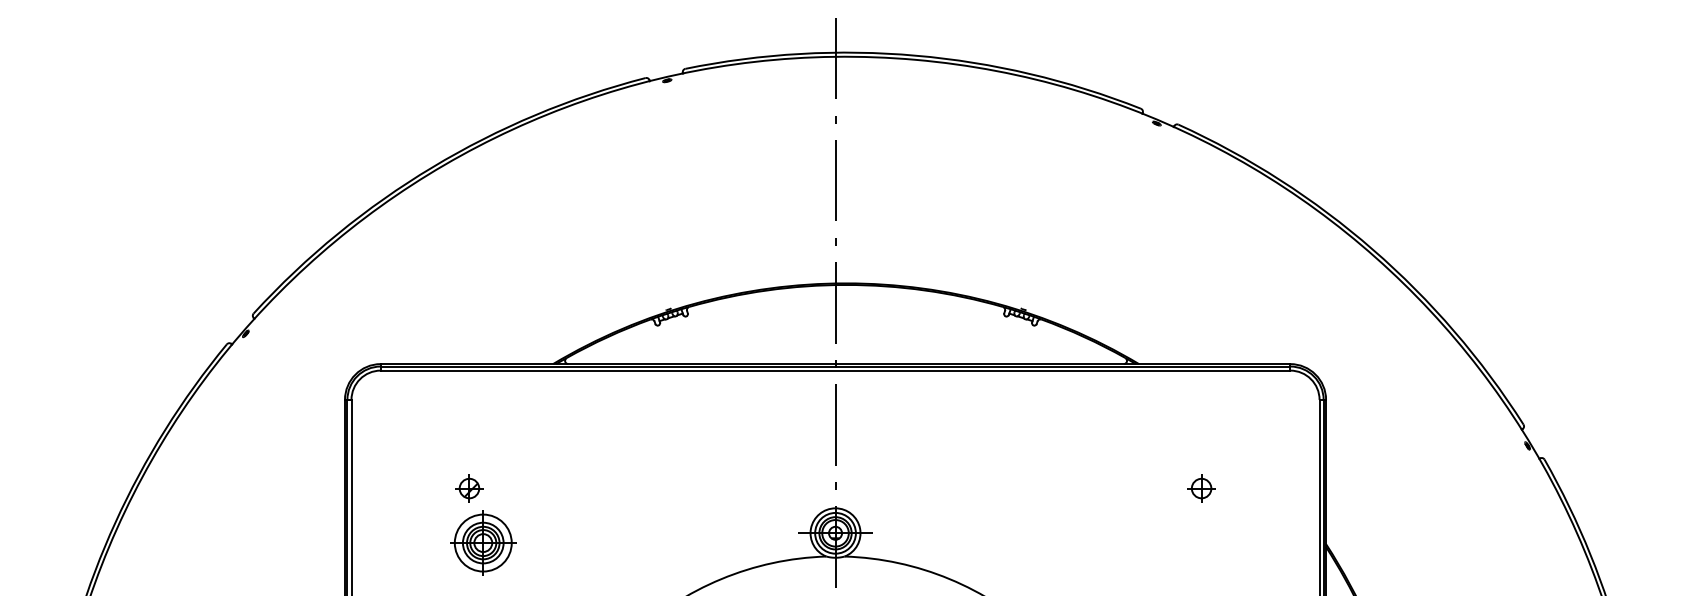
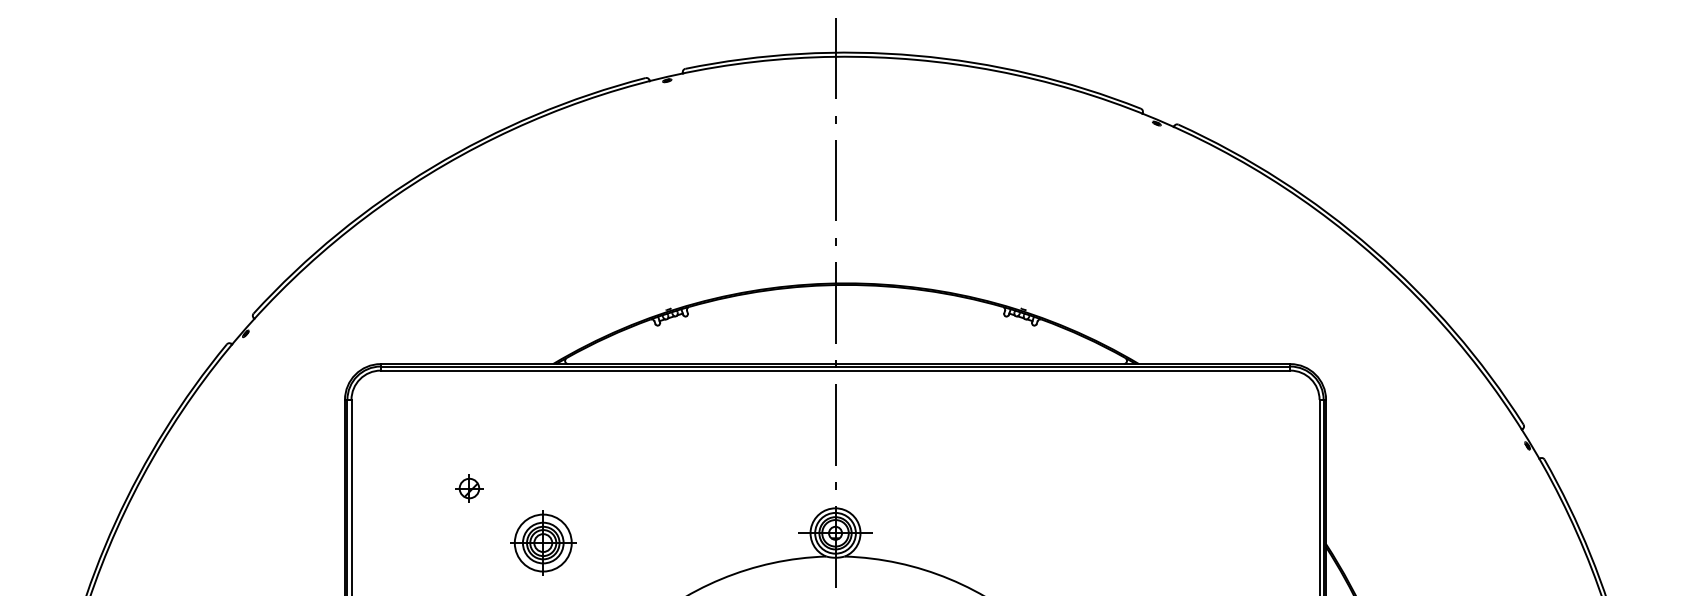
part at (1201, 488): present -> none
part at (483, 542) position: (483, 542) -> (543, 542)
